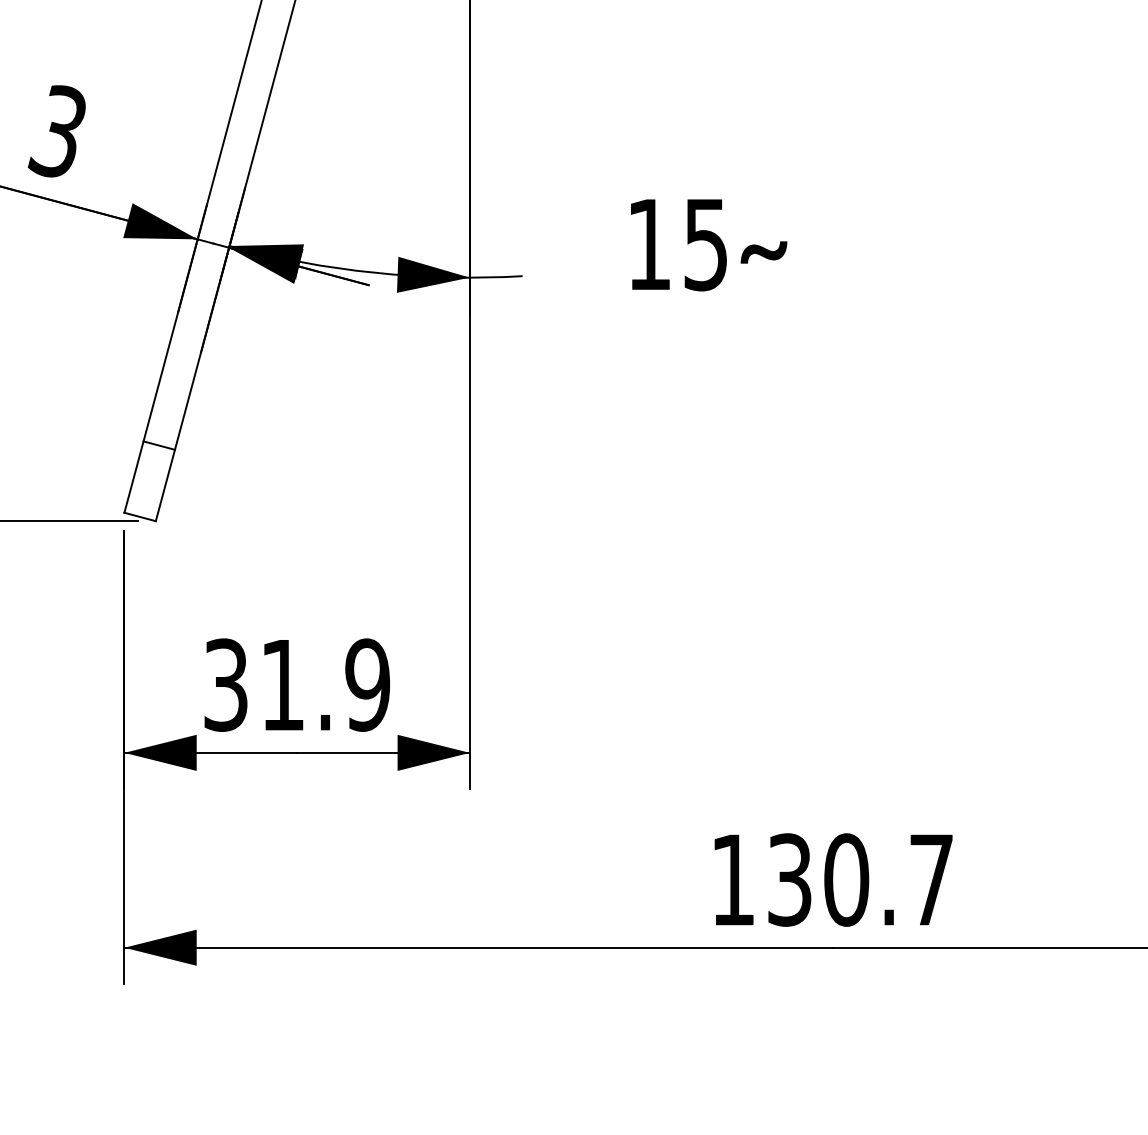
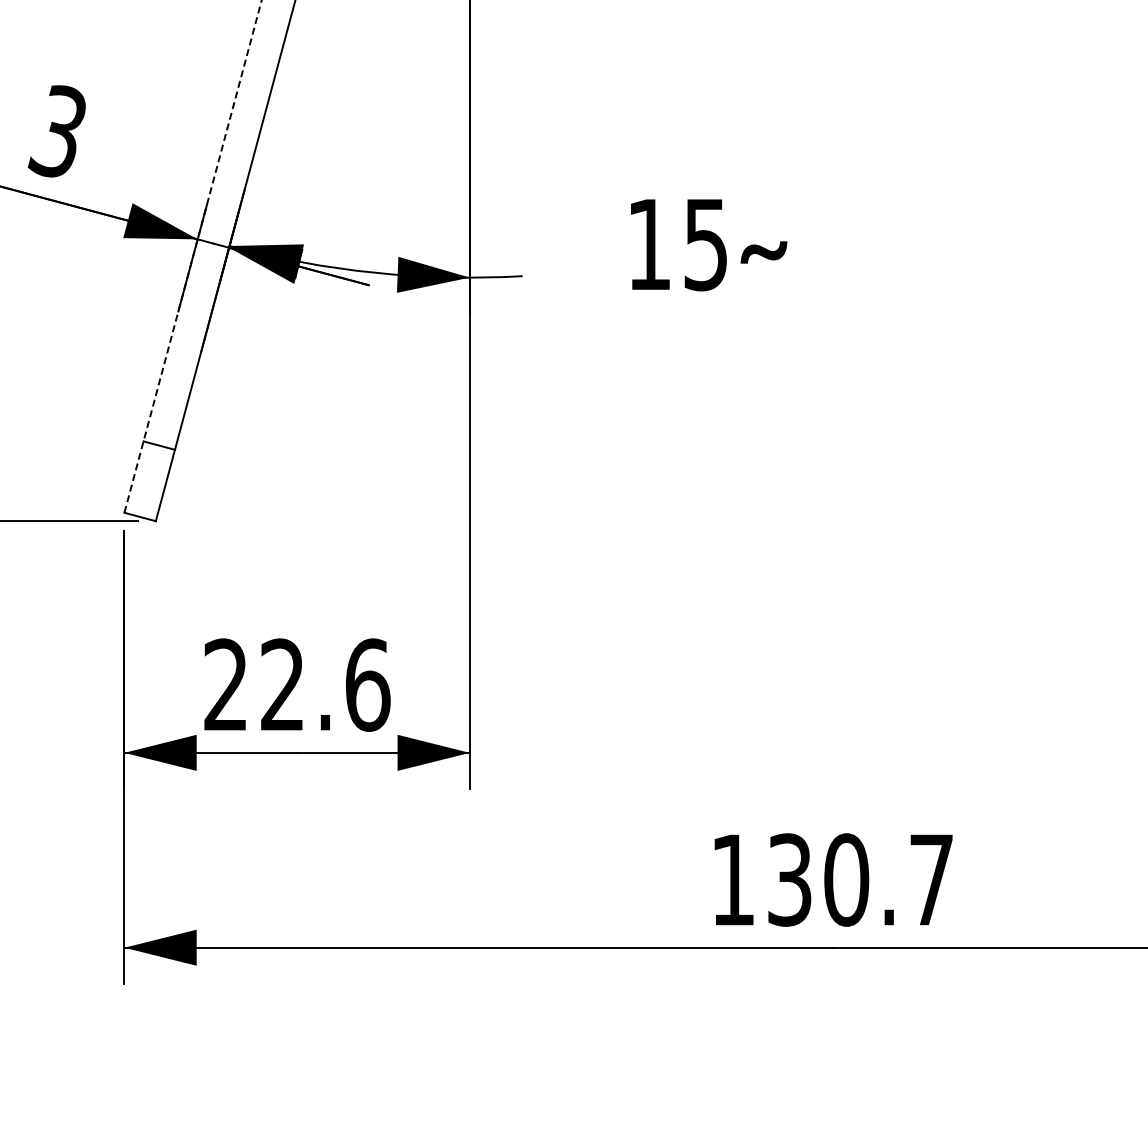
line at (193, 256): solid -> dashed
text at (297, 684): 31.9 -> 22.6
